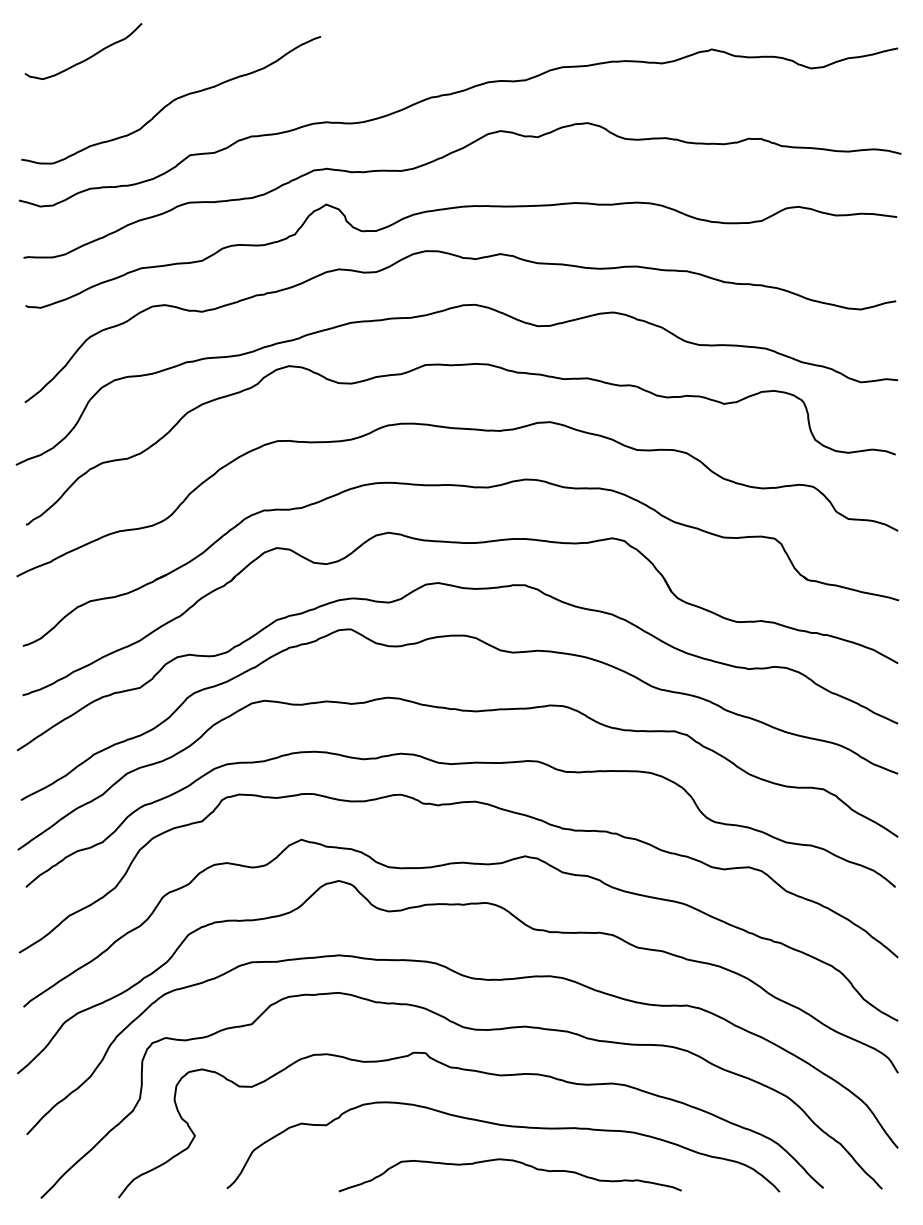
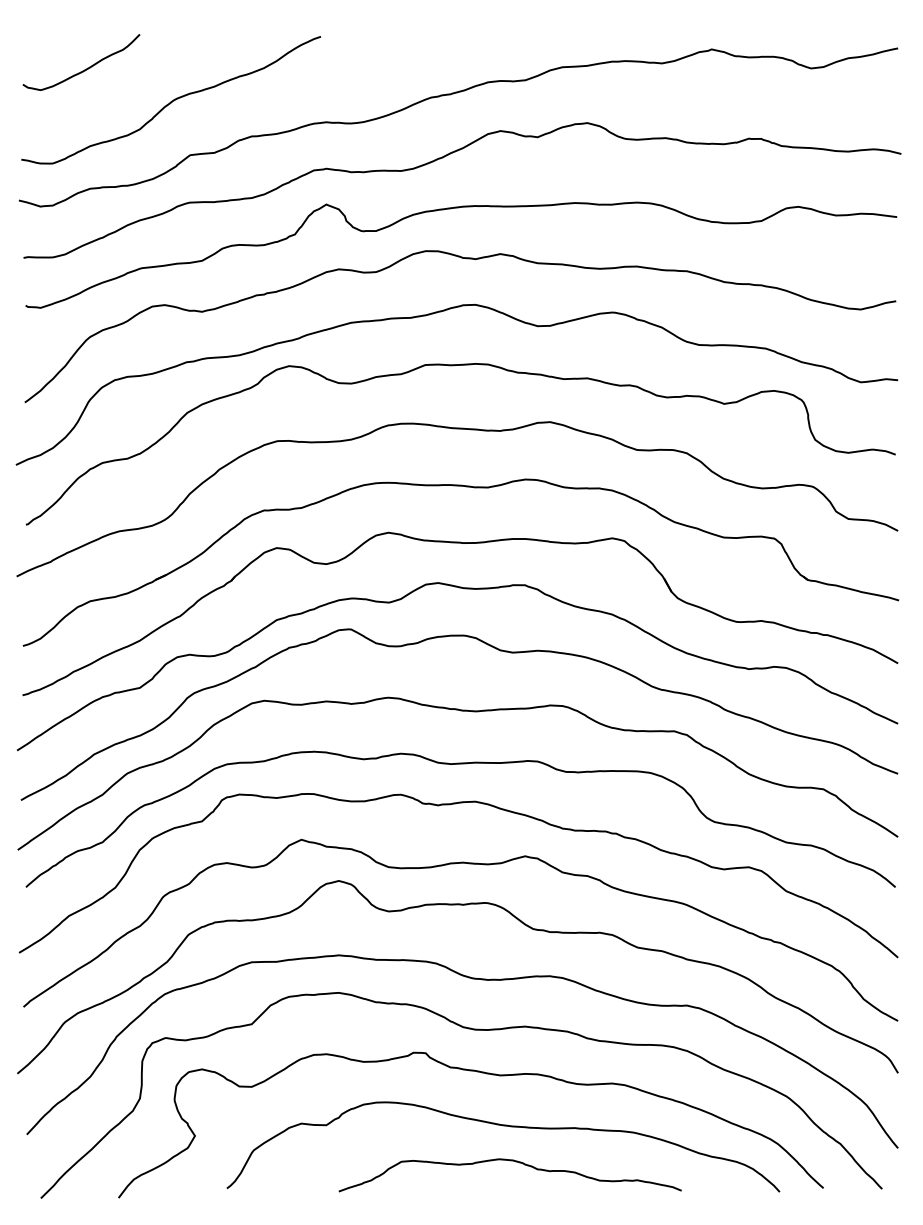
curve at (86, 58) position: (86, 58) -> (84, 69)
